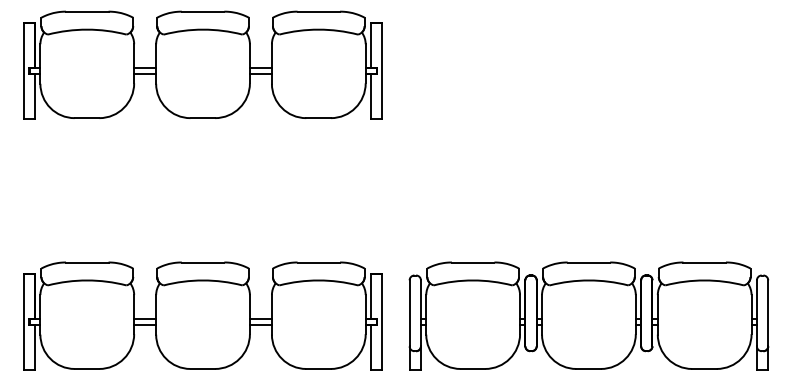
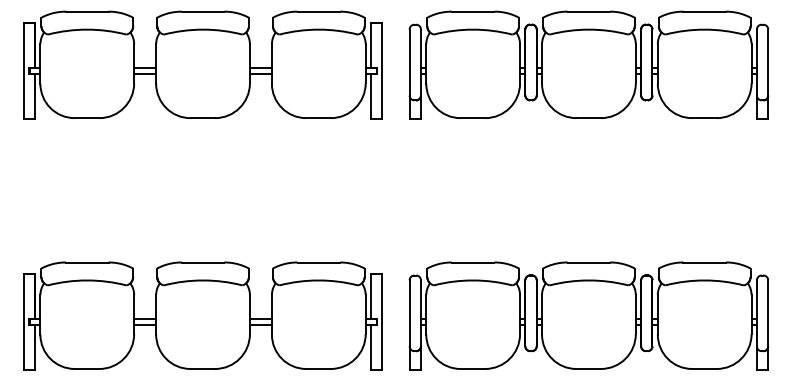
part at (588, 64): none -> present
